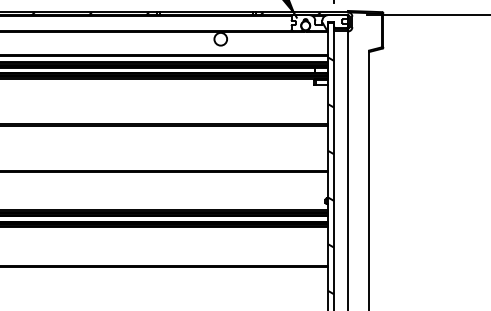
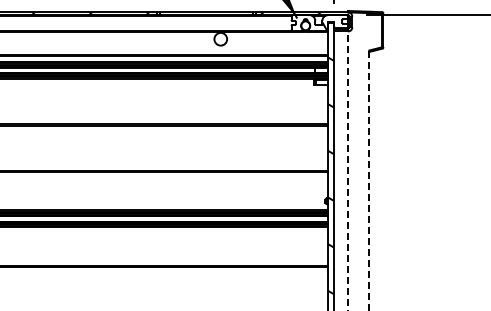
line at (348, 170): solid -> dashed
line at (369, 180): solid -> dashed
